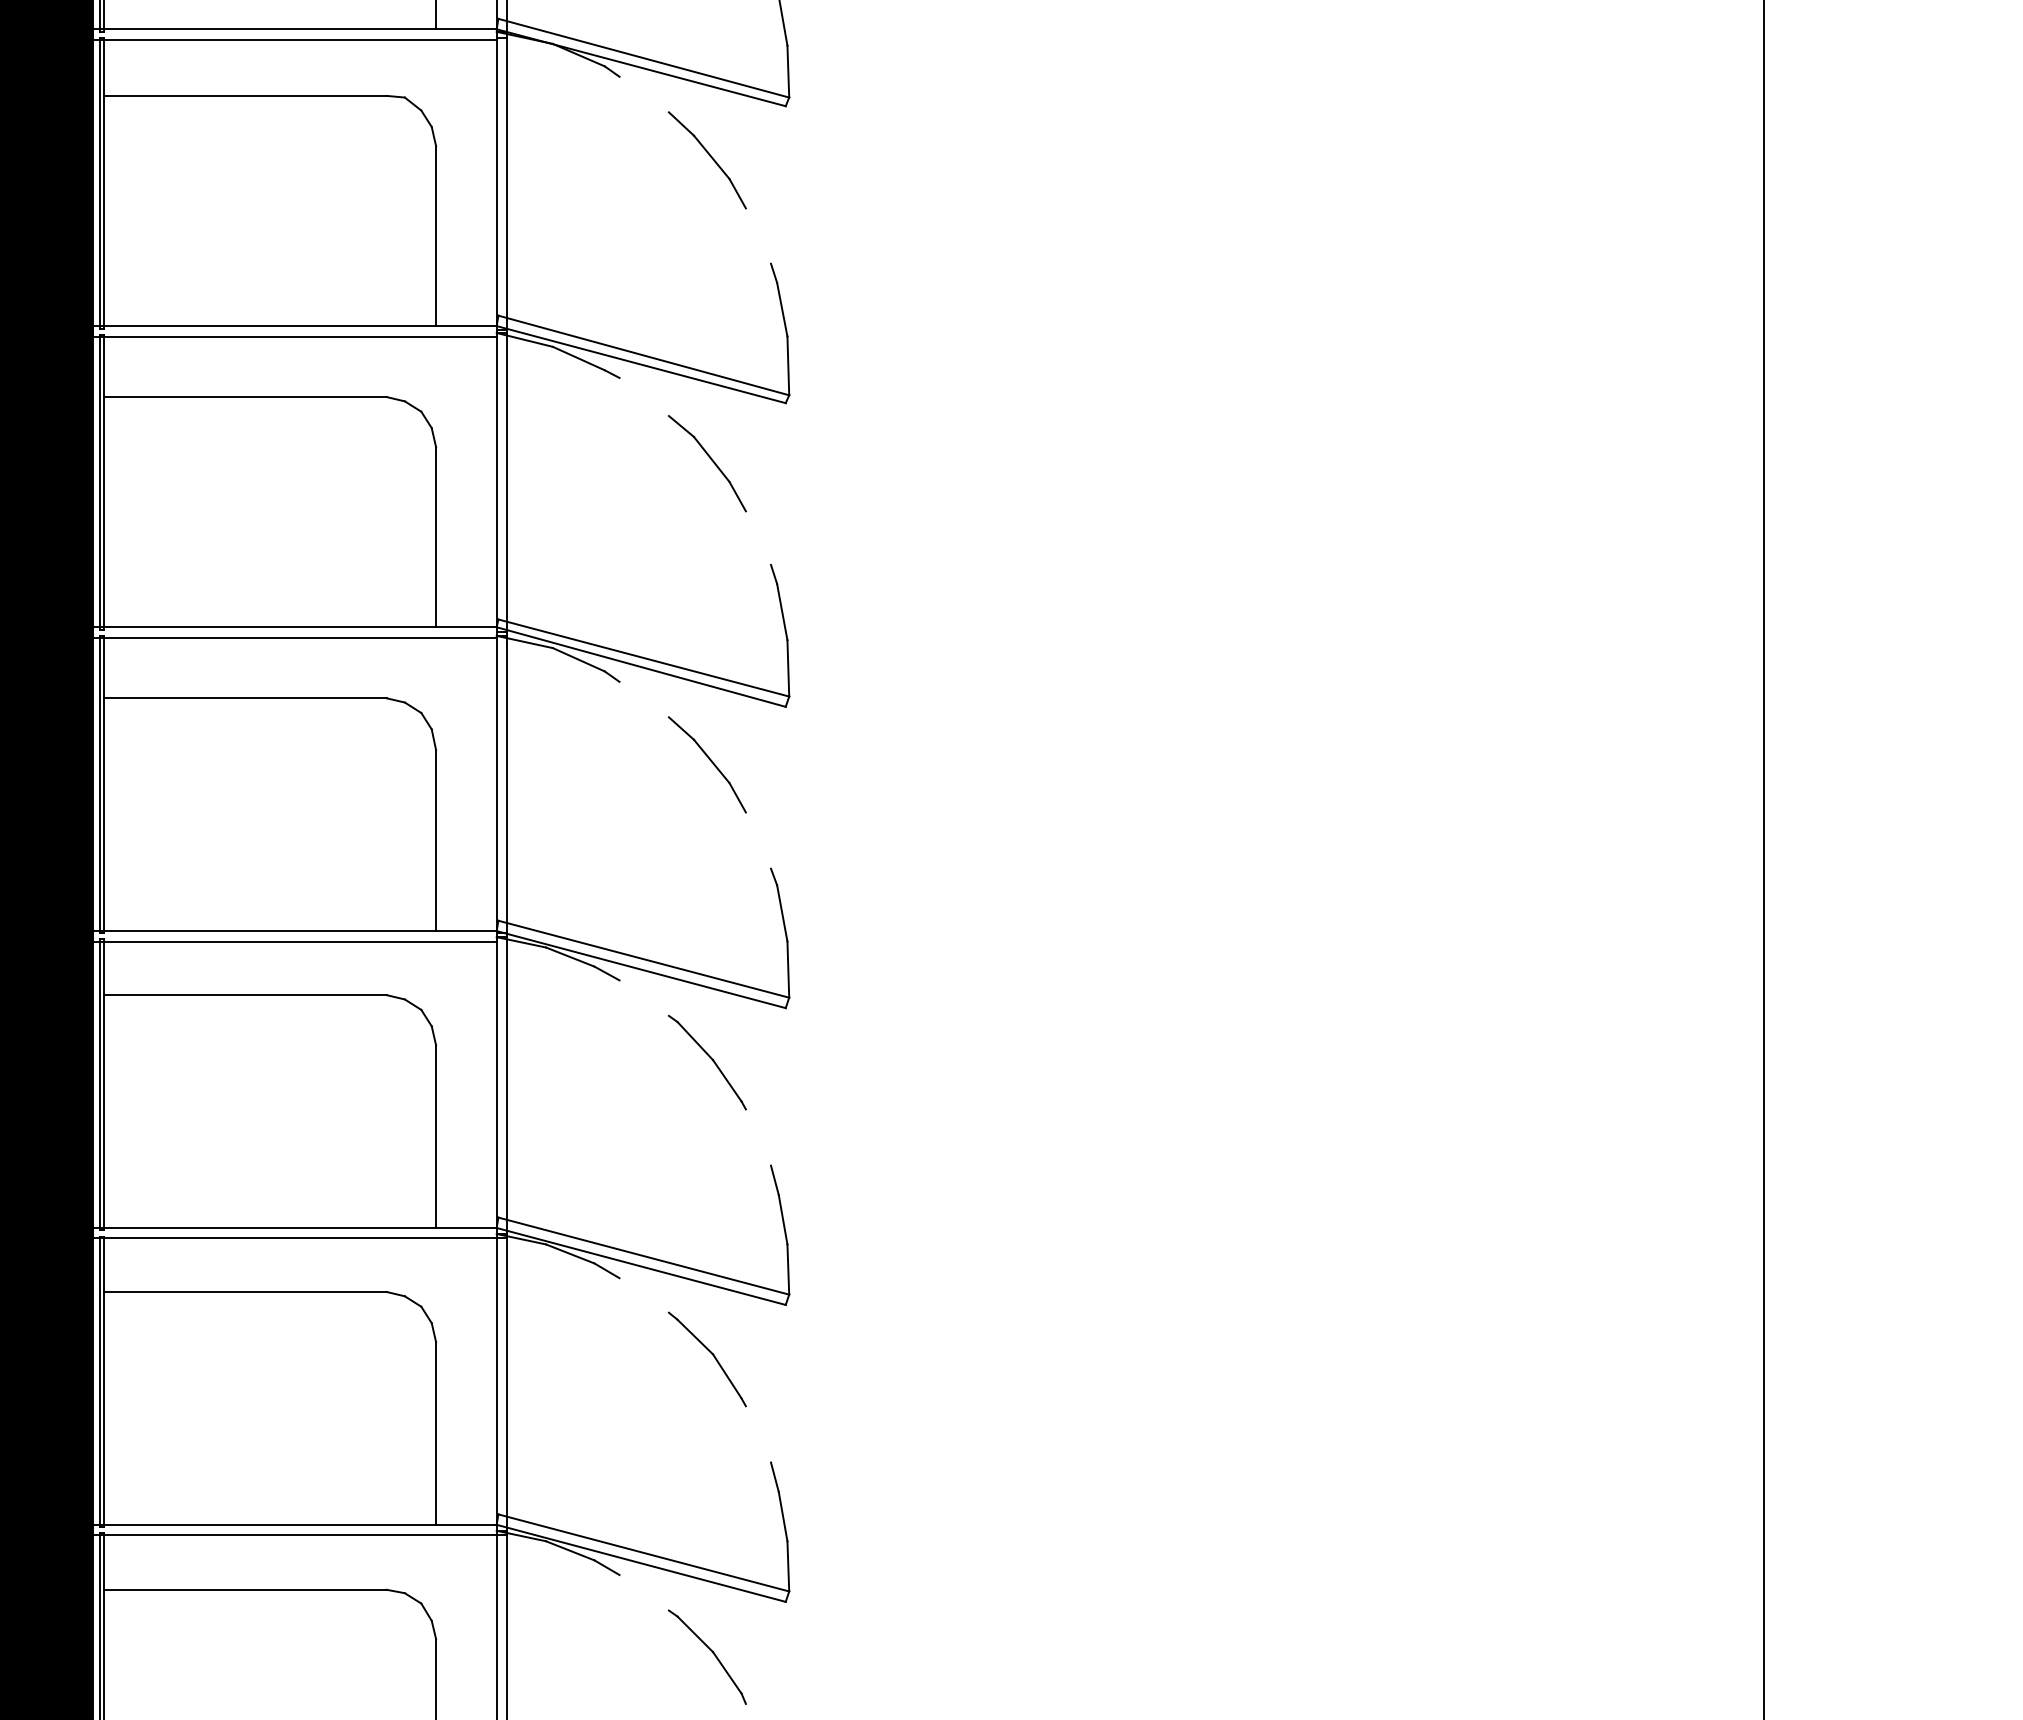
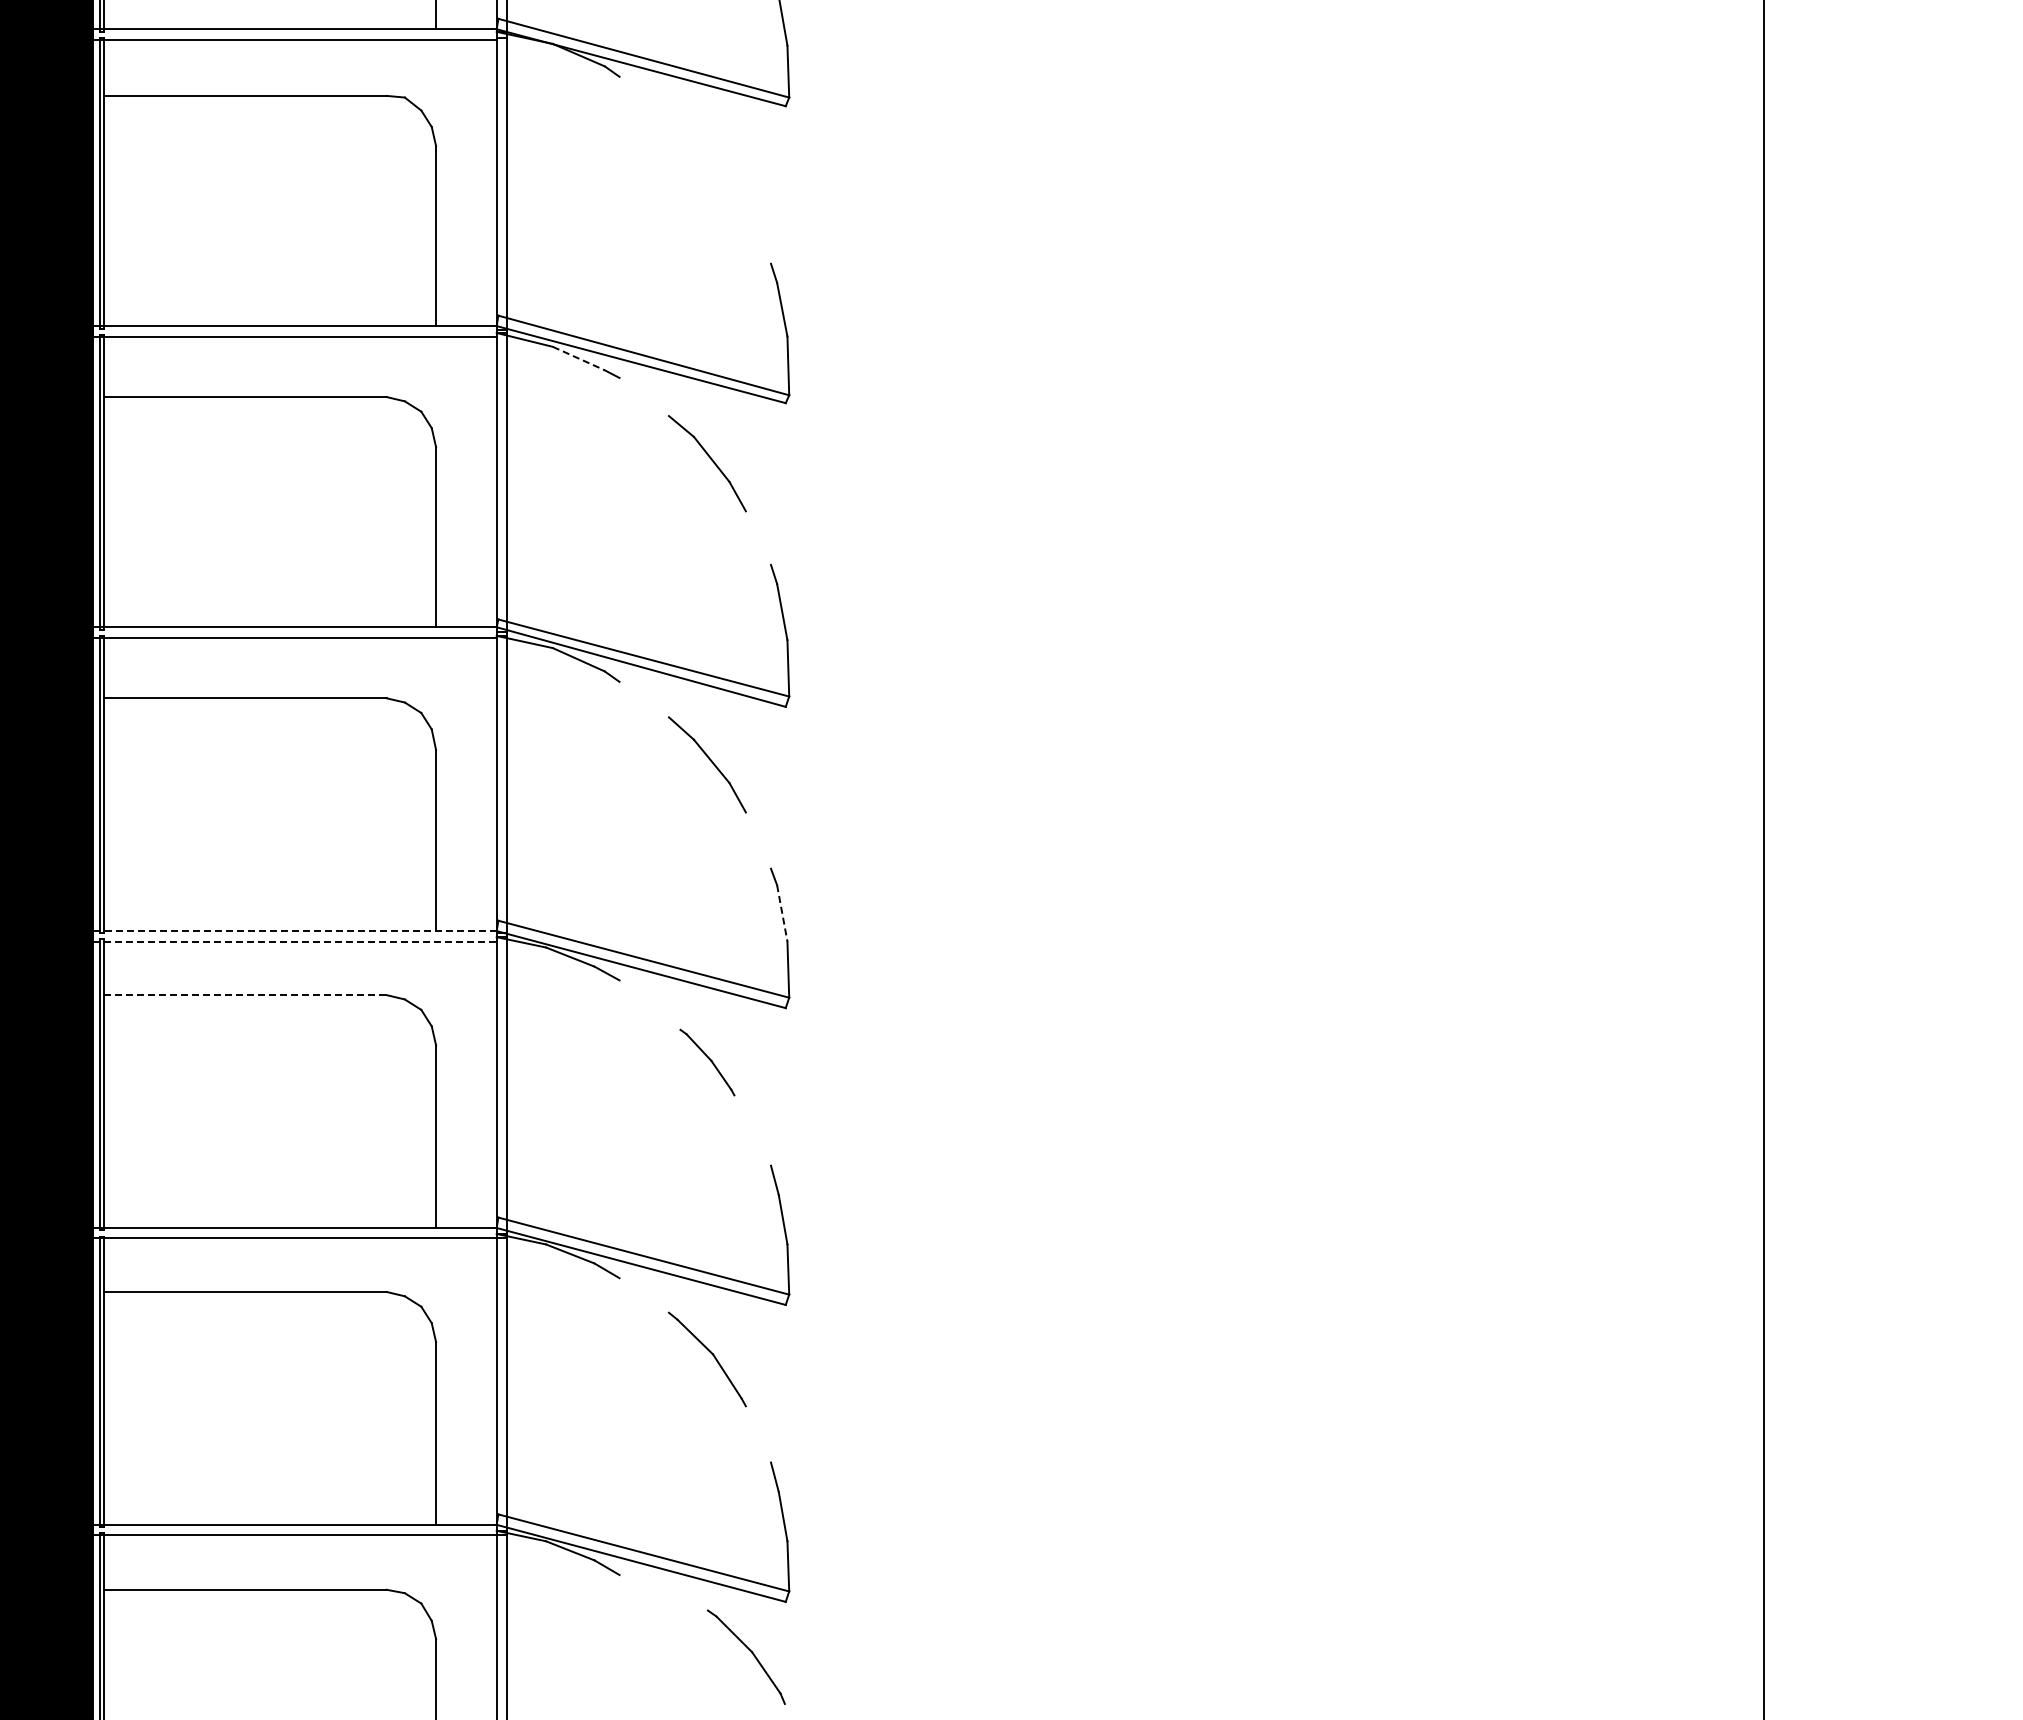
part at (706, 160): present -> none
line at (579, 358): solid -> dashed
line at (782, 913): solid -> dashed
line at (295, 931): solid -> dashed
line at (295, 941): solid -> dashed
line at (245, 995): solid -> dashed
part at (707, 1062) size: 79x97 px -> 57x69 px
part at (712, 1653) position: (712, 1653) -> (751, 1653)
